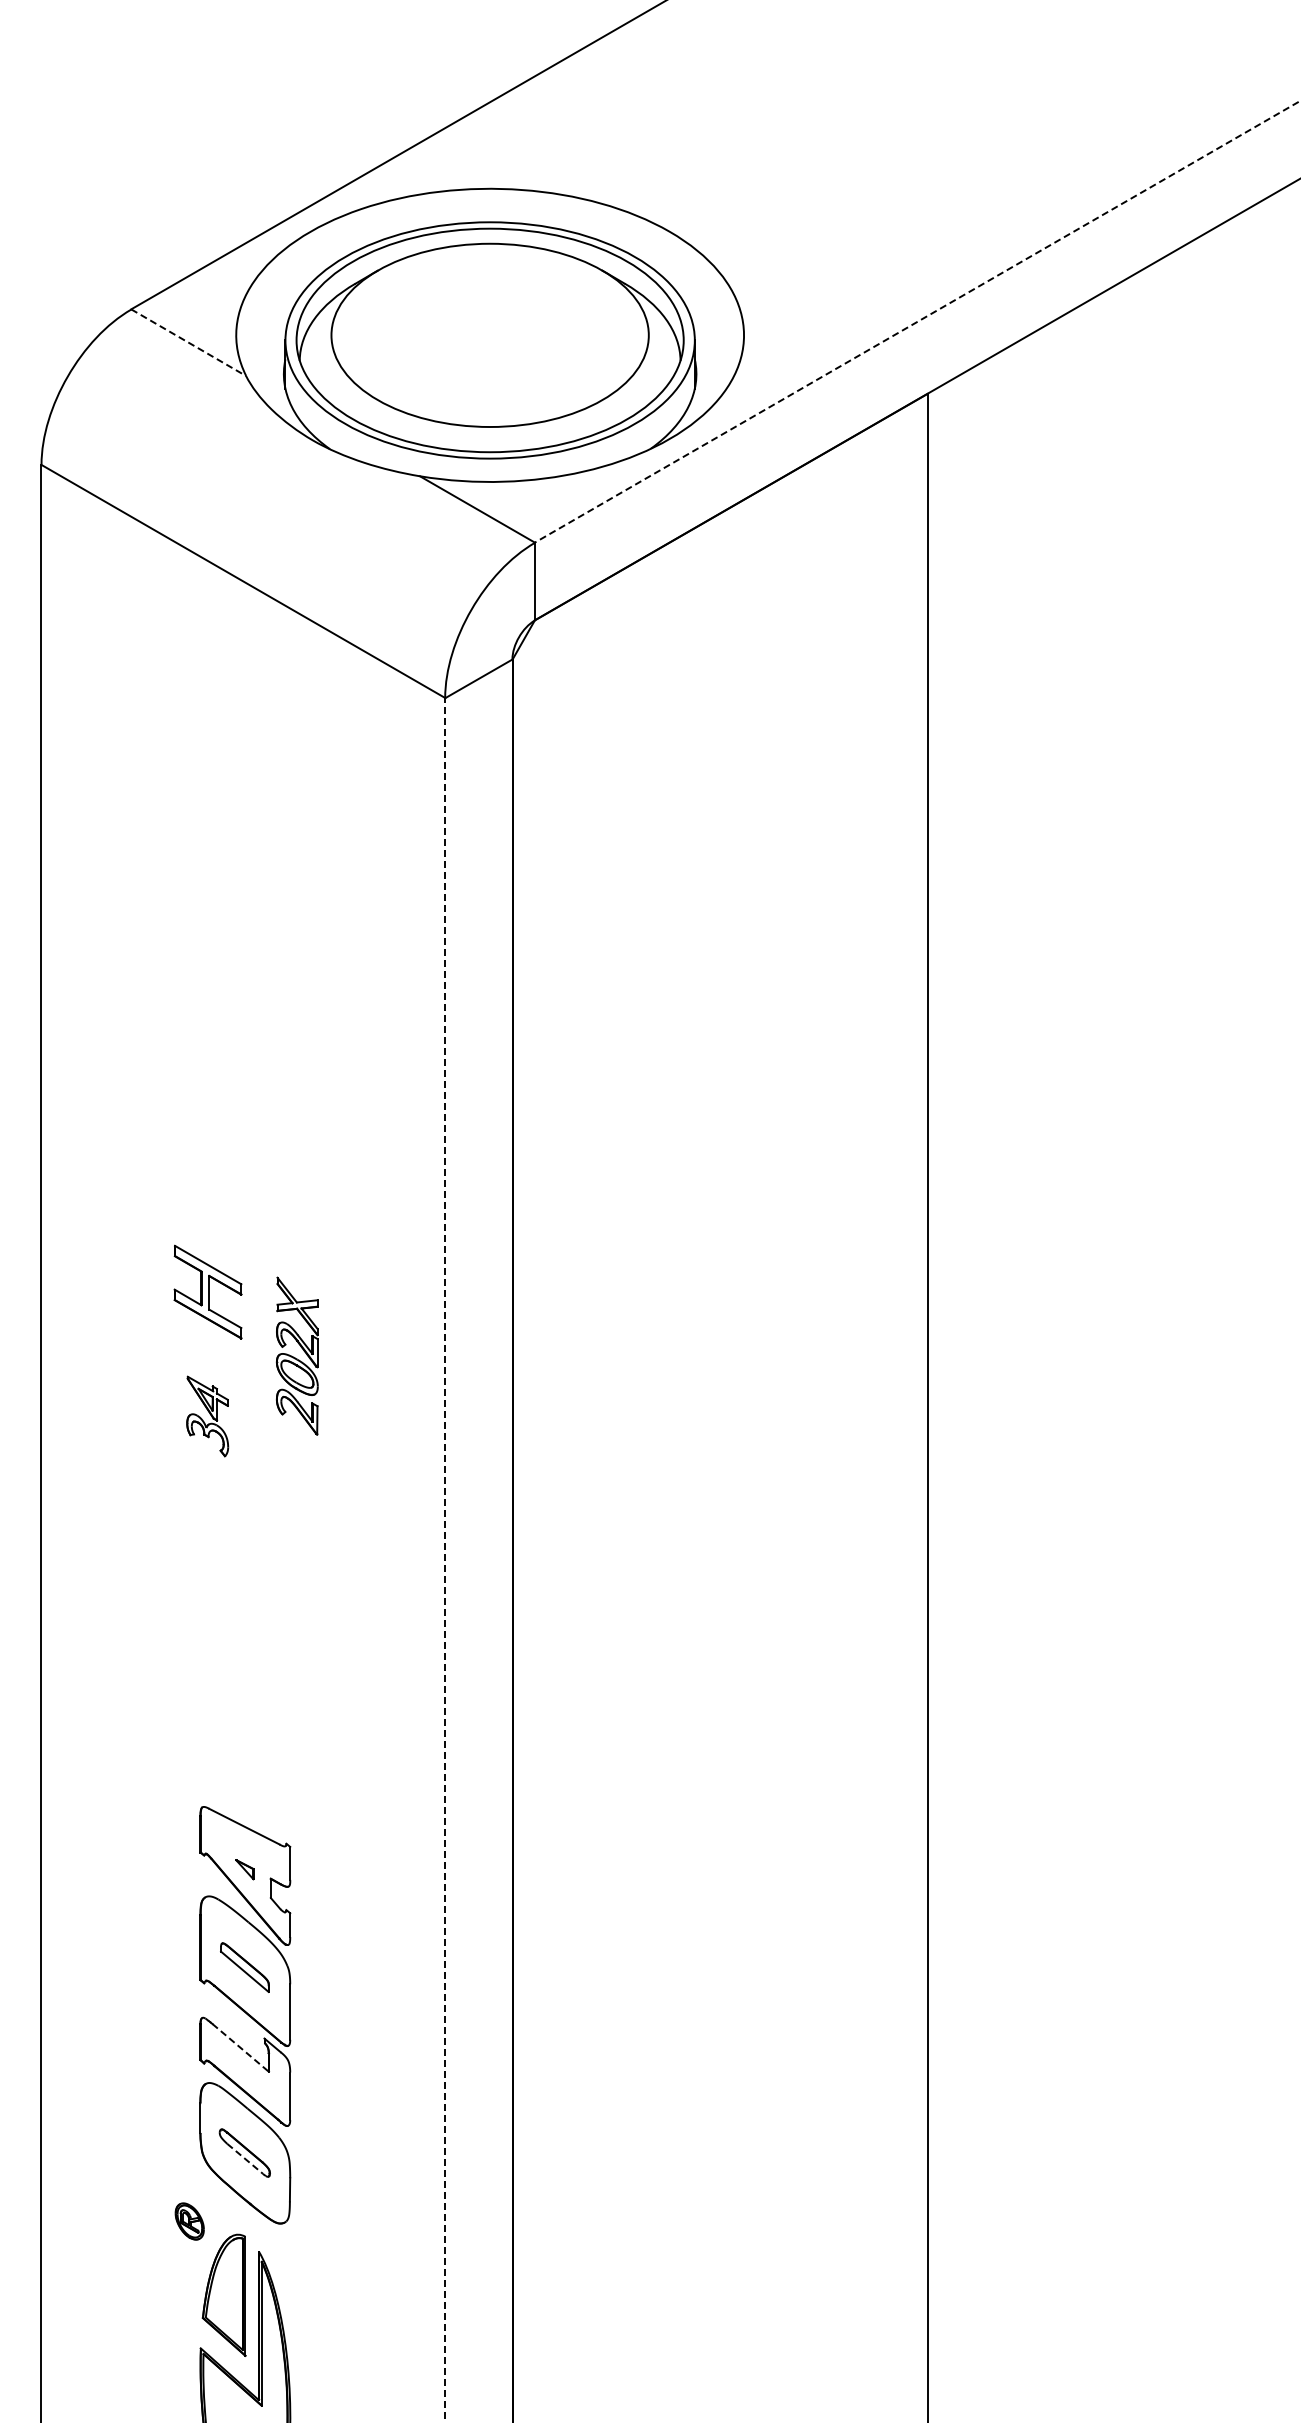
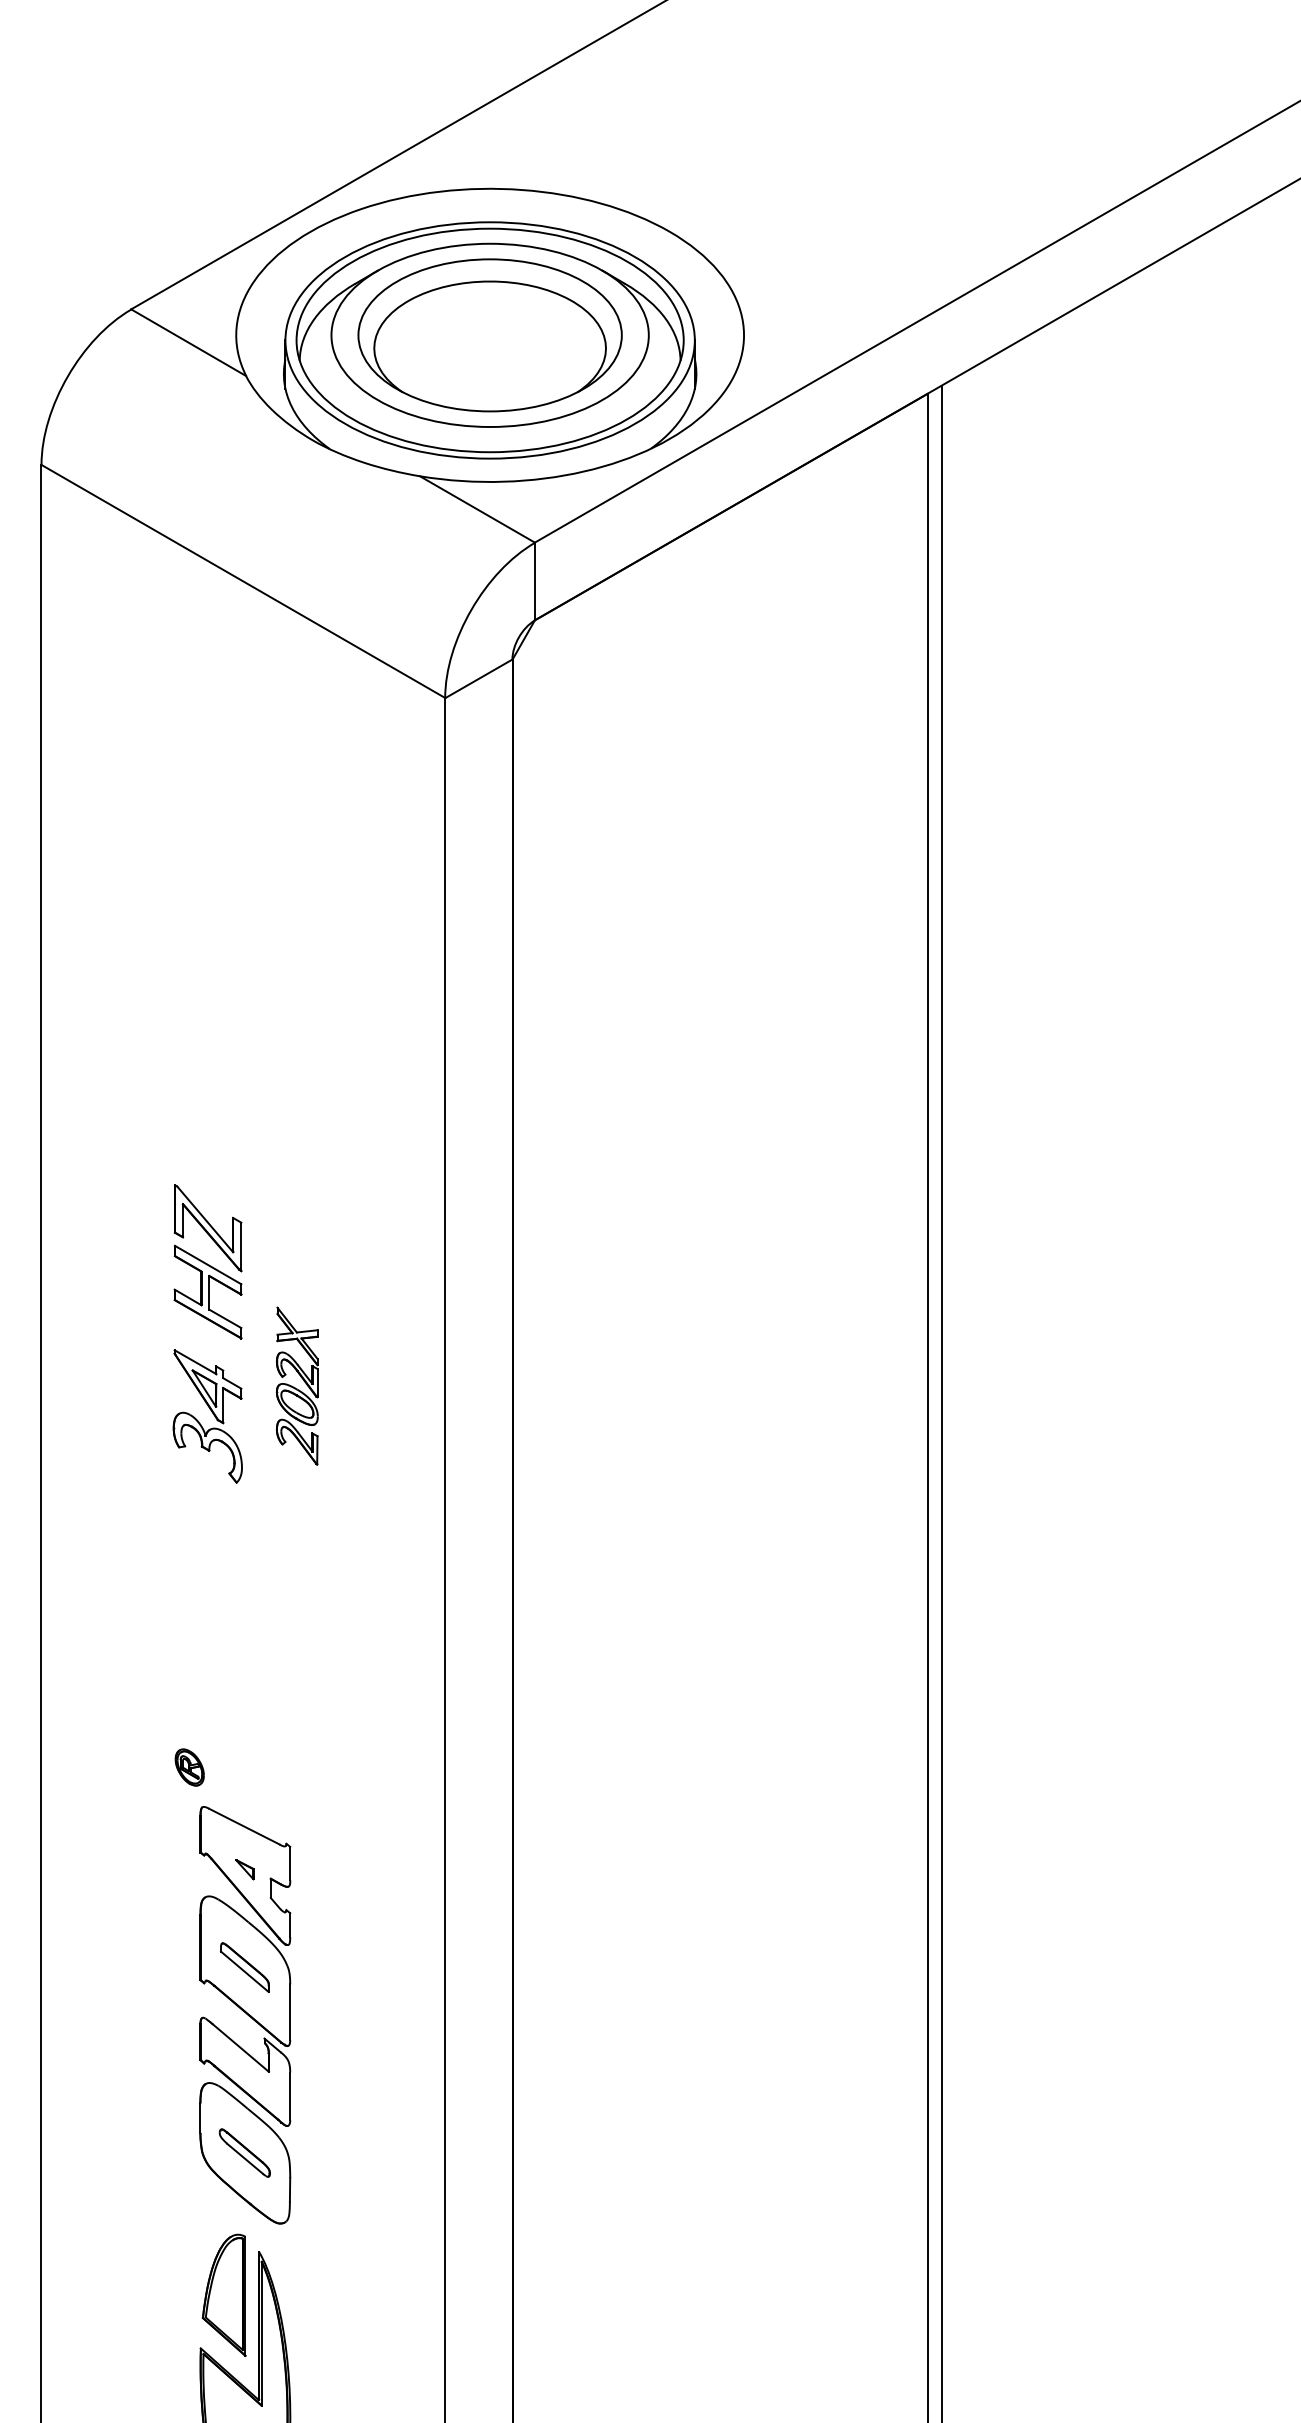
line at (917, 321): dashed -> solid
part at (489, 335): none -> present
line at (189, 342): dashed -> solid
part at (208, 1228): none -> present
part at (297, 1355) position: (297, 1355) -> (297, 1385)
line at (941, 1402): none -> present
part at (207, 1416) size: 44x83 px -> 71x135 px
line at (445, 1559): dashed -> solid
line at (240, 2047): dashed -> solid
line at (245, 2159): dashed -> solid
part at (189, 2221) position: (189, 2221) -> (189, 1767)
